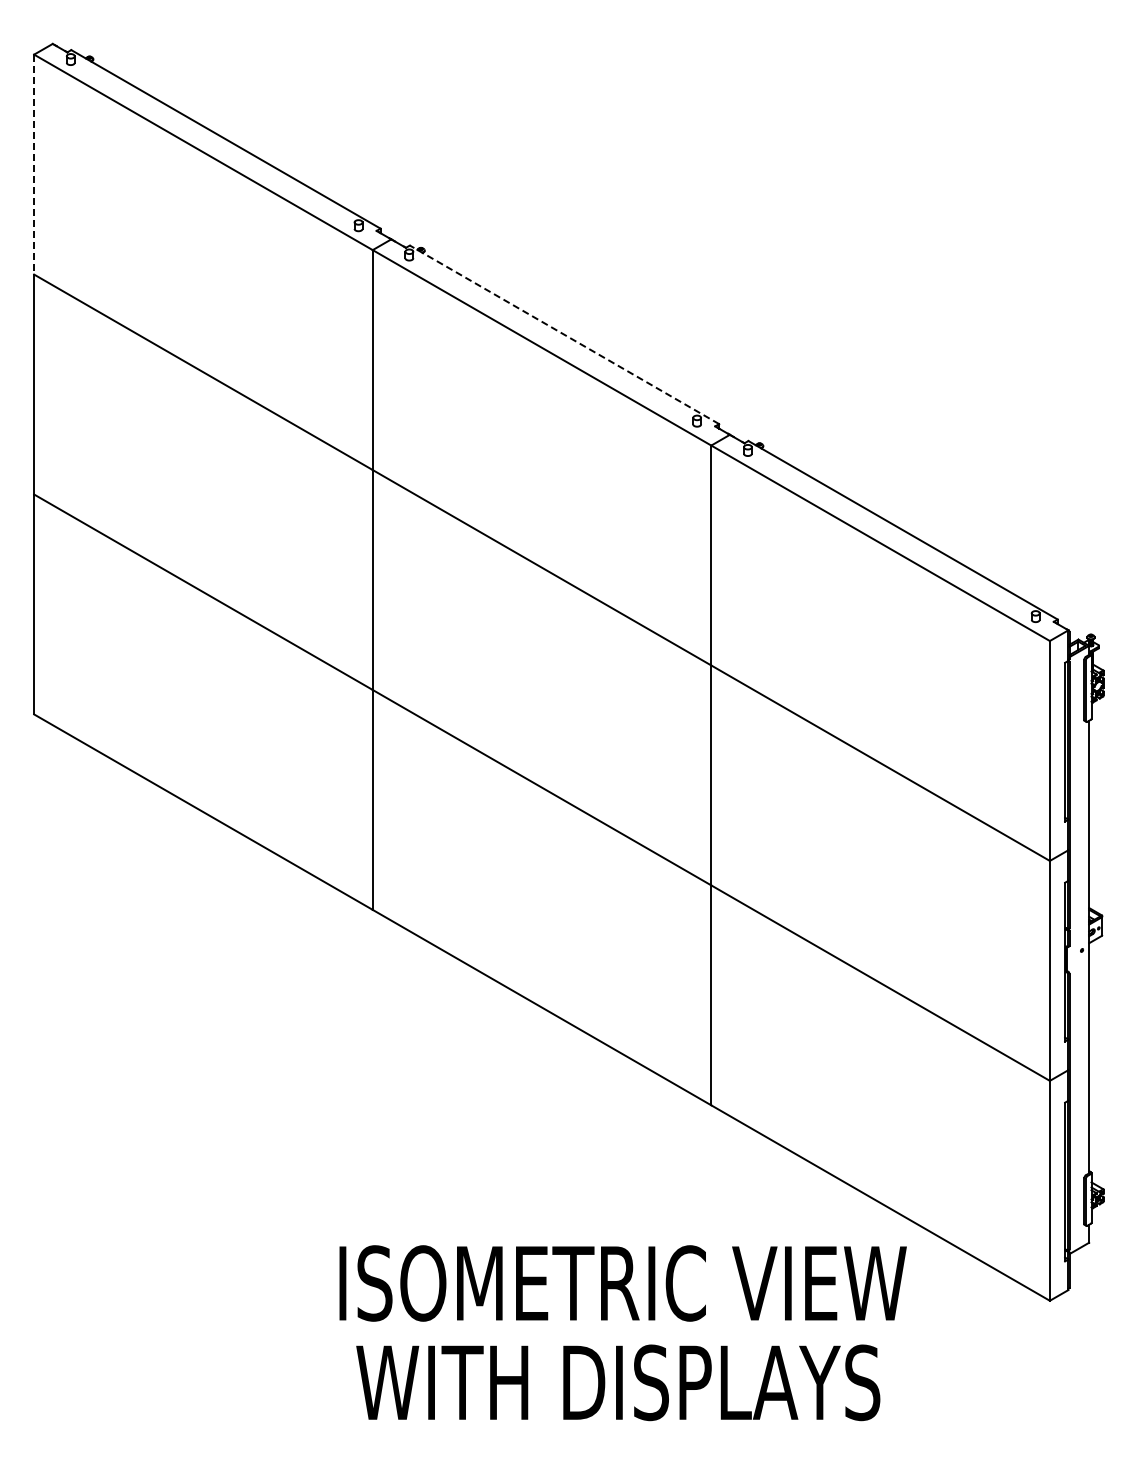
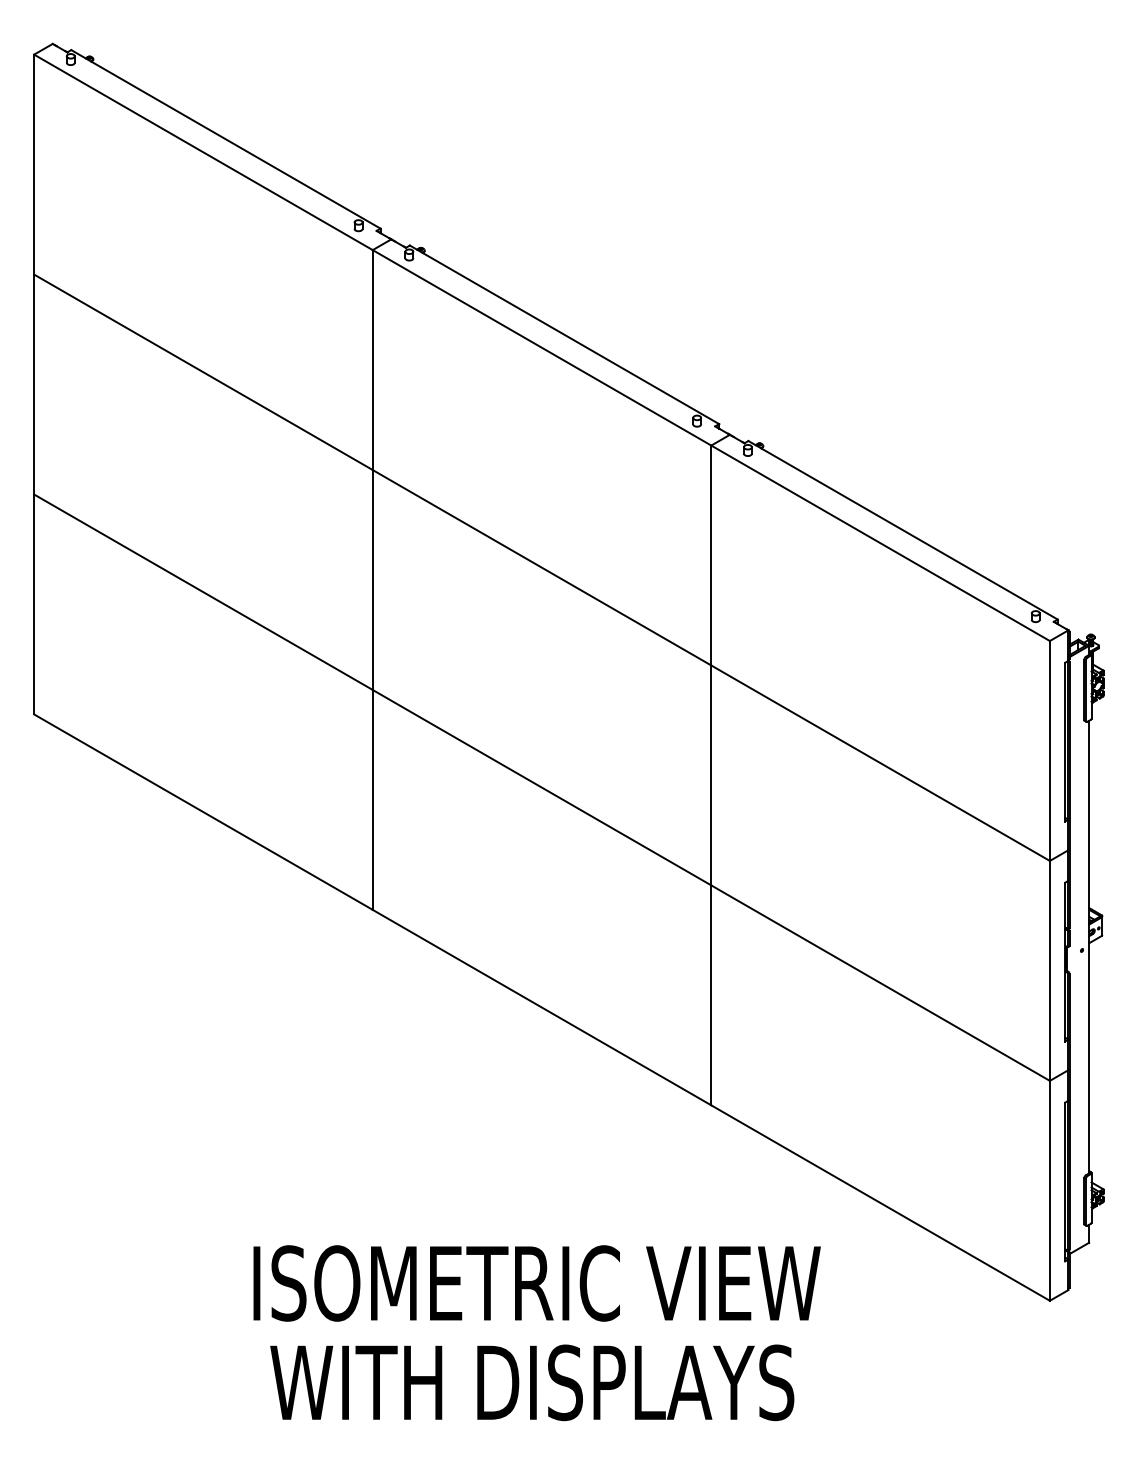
line at (34, 164): dashed -> solid
line at (564, 334): dashed -> solid
text at (622, 1333) position: (622, 1333) -> (536, 1333)
